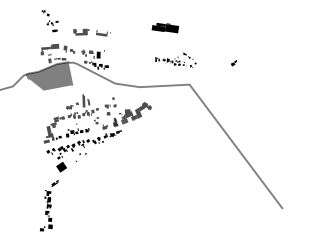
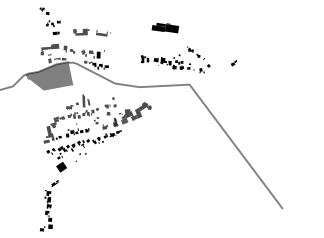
part at (49, 21) size: 18x23 px -> 22x28 px
part at (175, 59) size: 42x16 px -> 70x28 px
